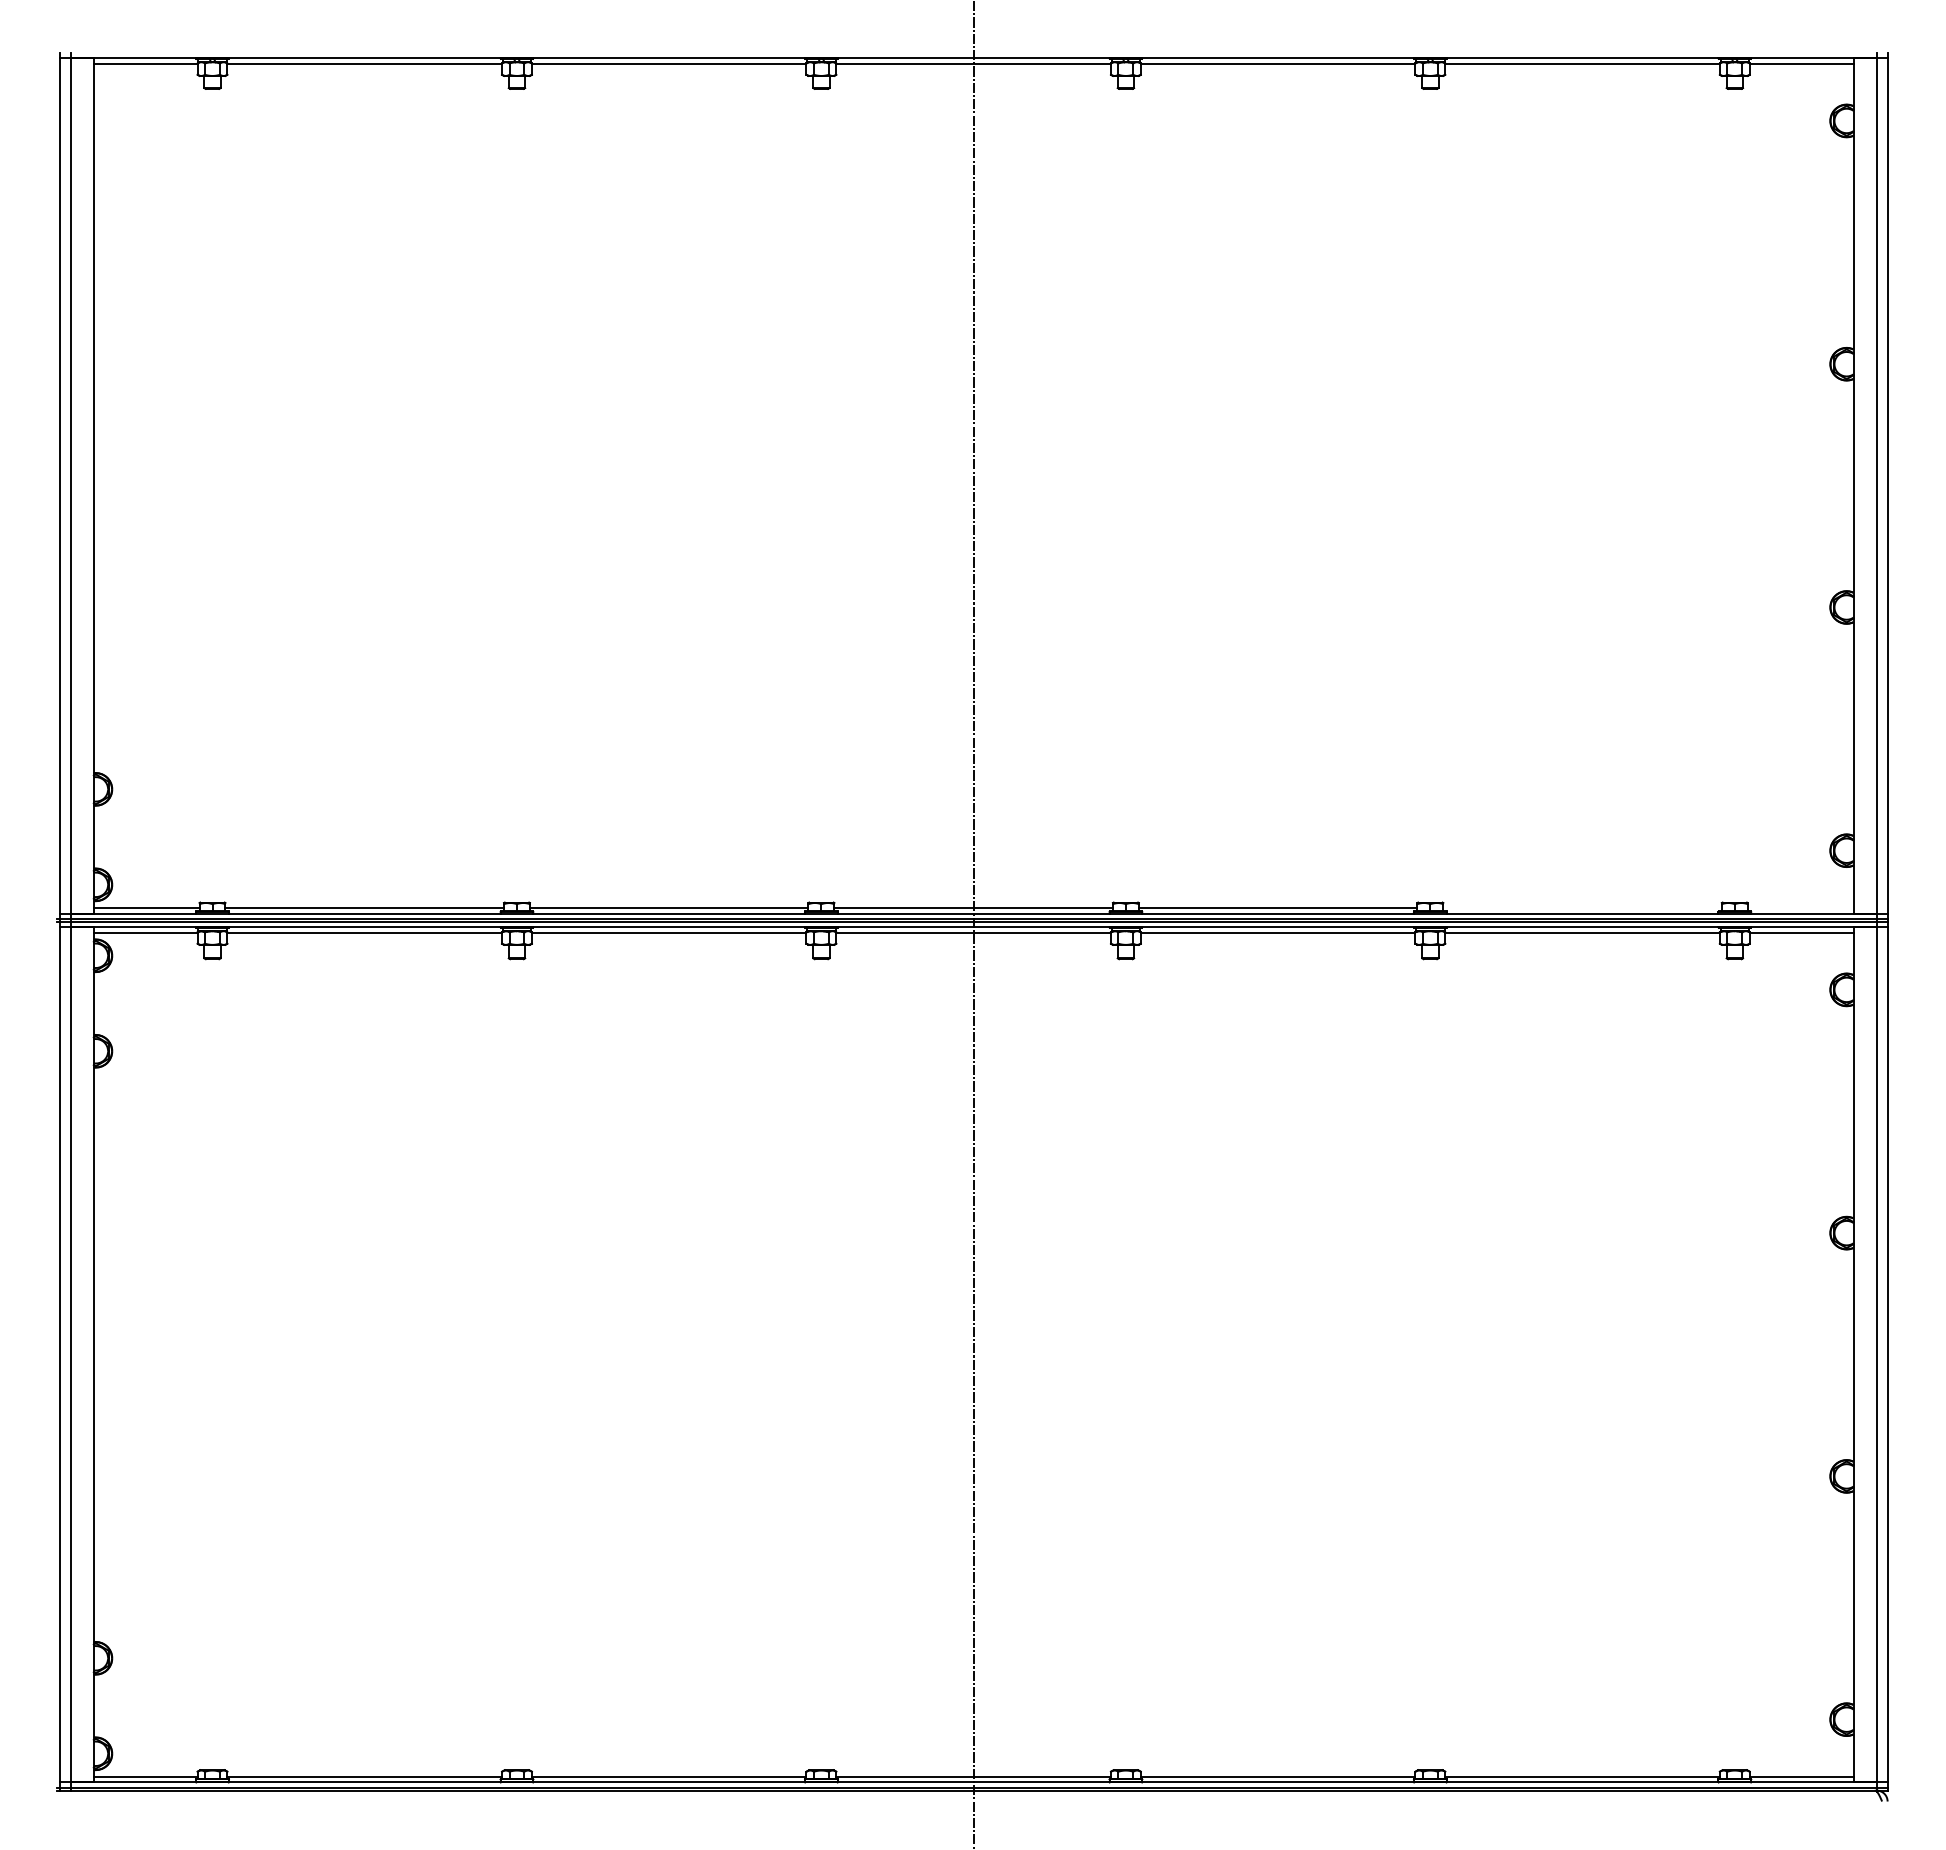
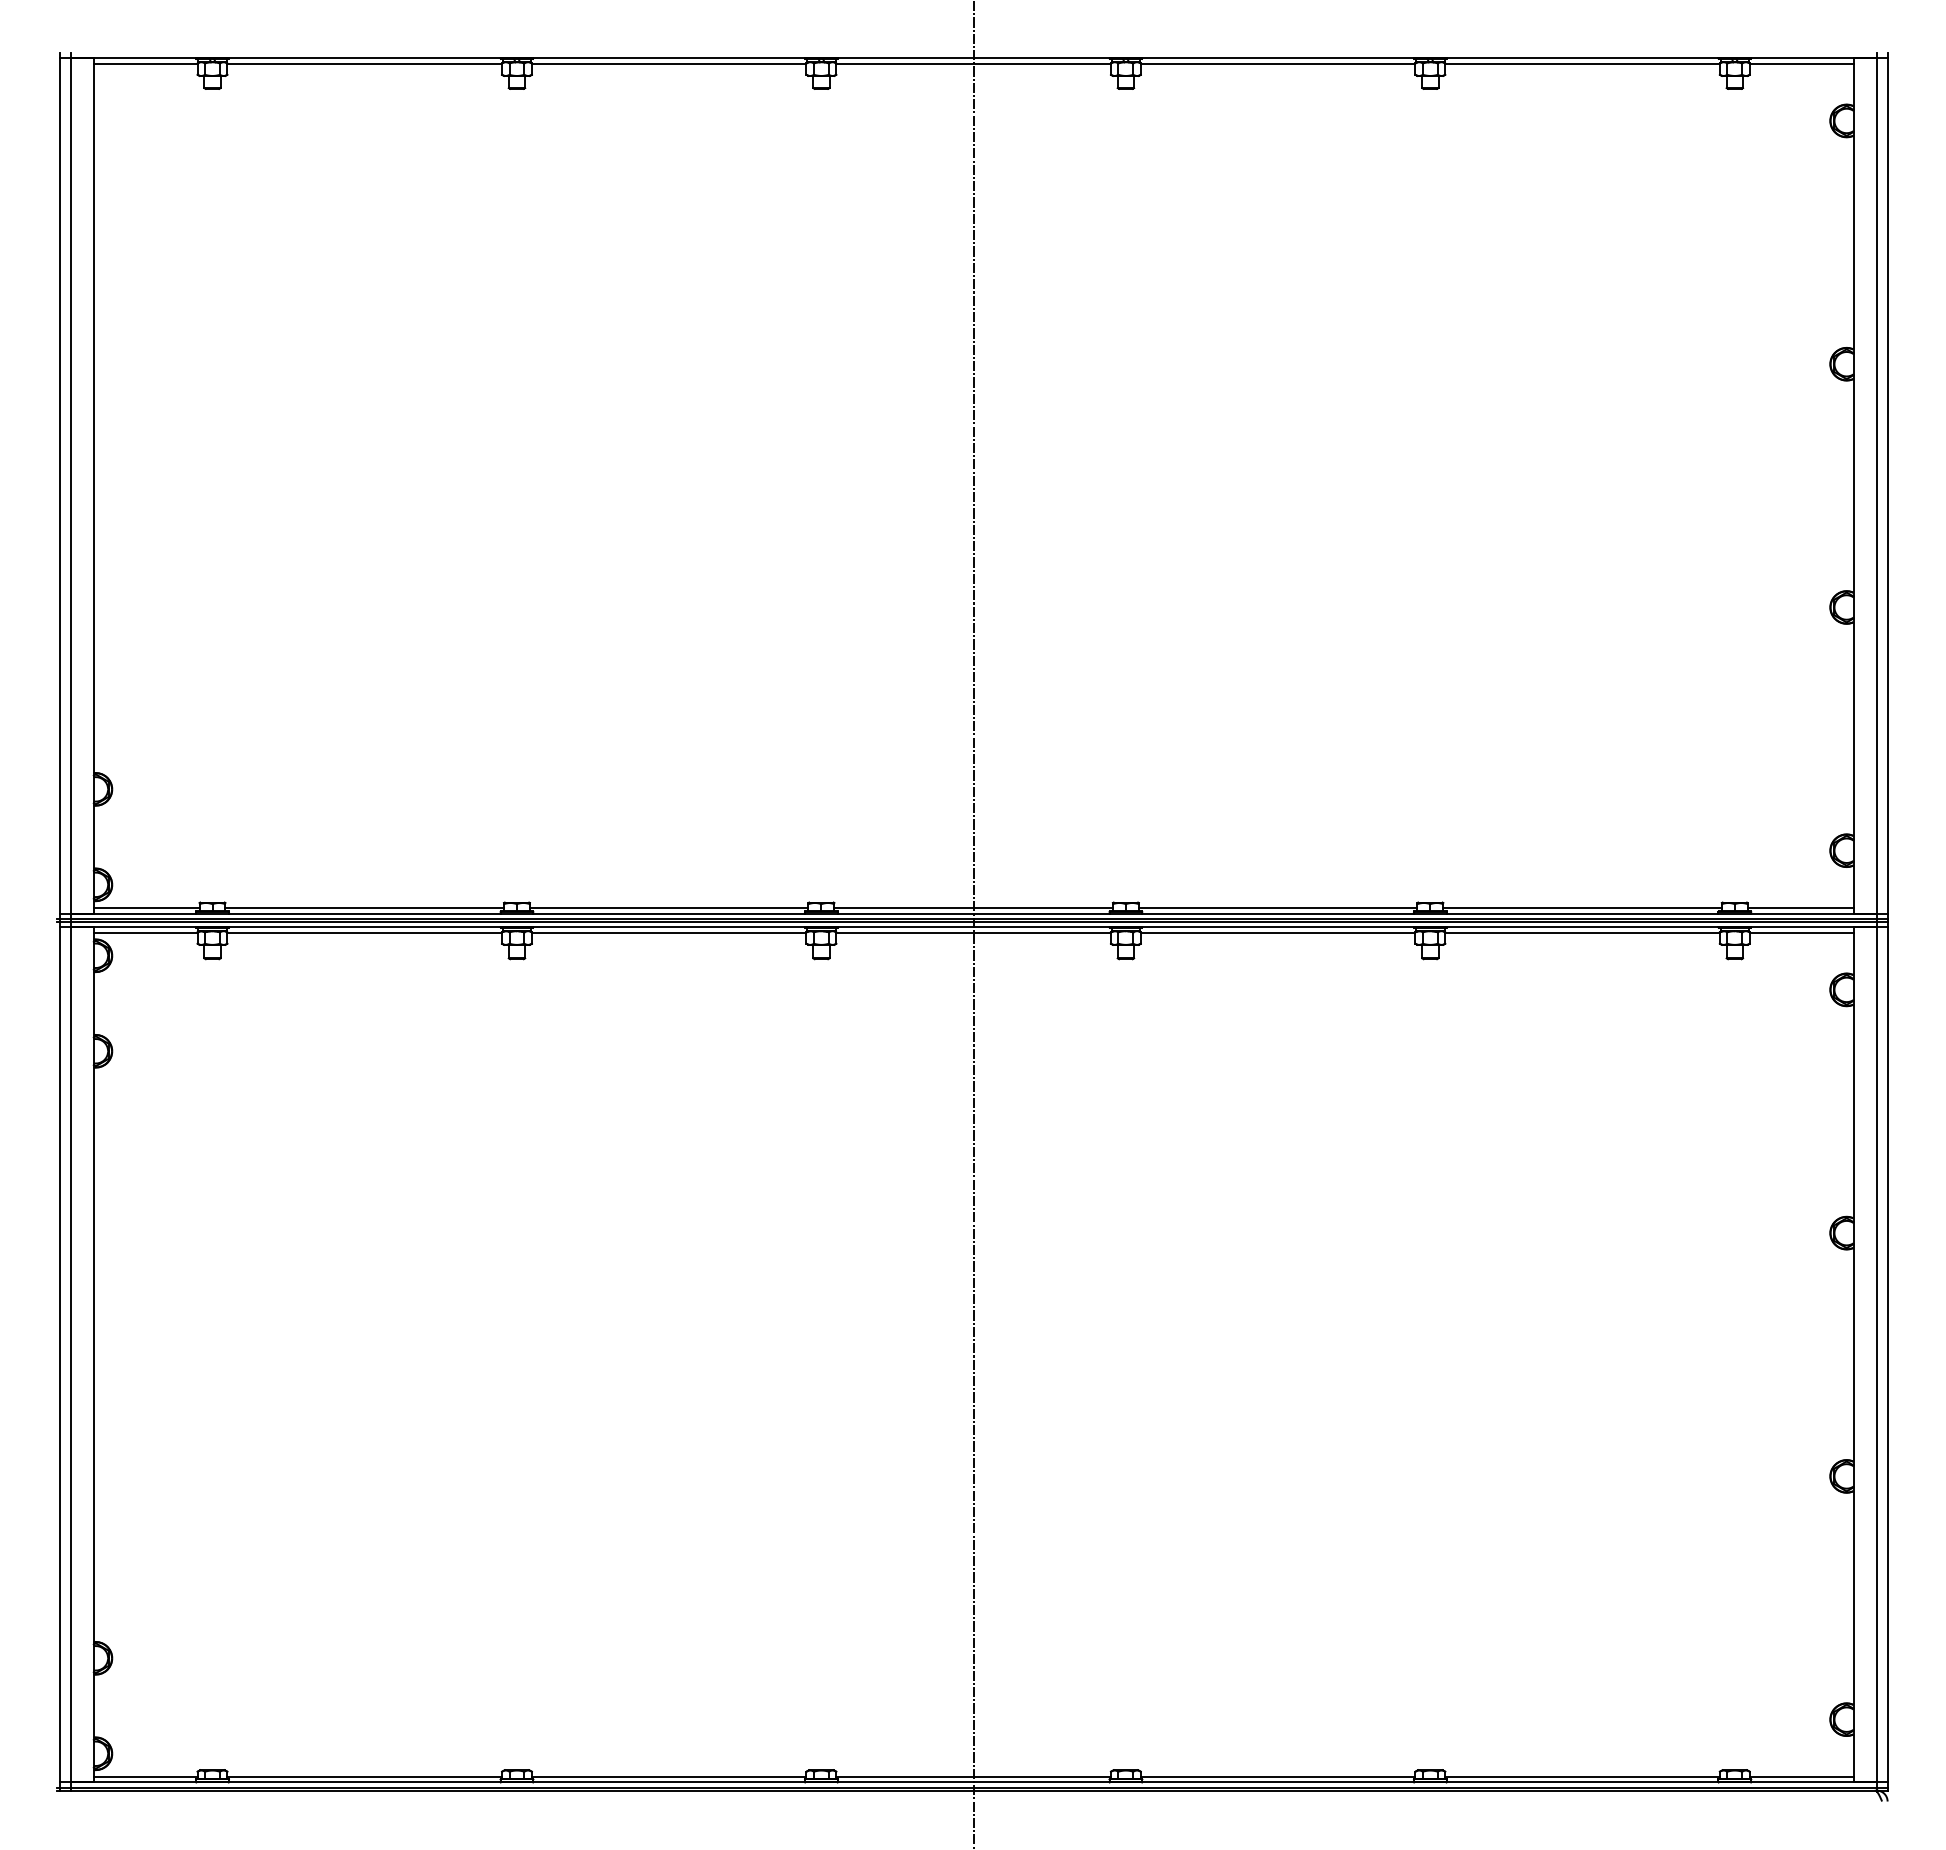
line at (1582, 908): none -> present
line at (1800, 908): none -> present
